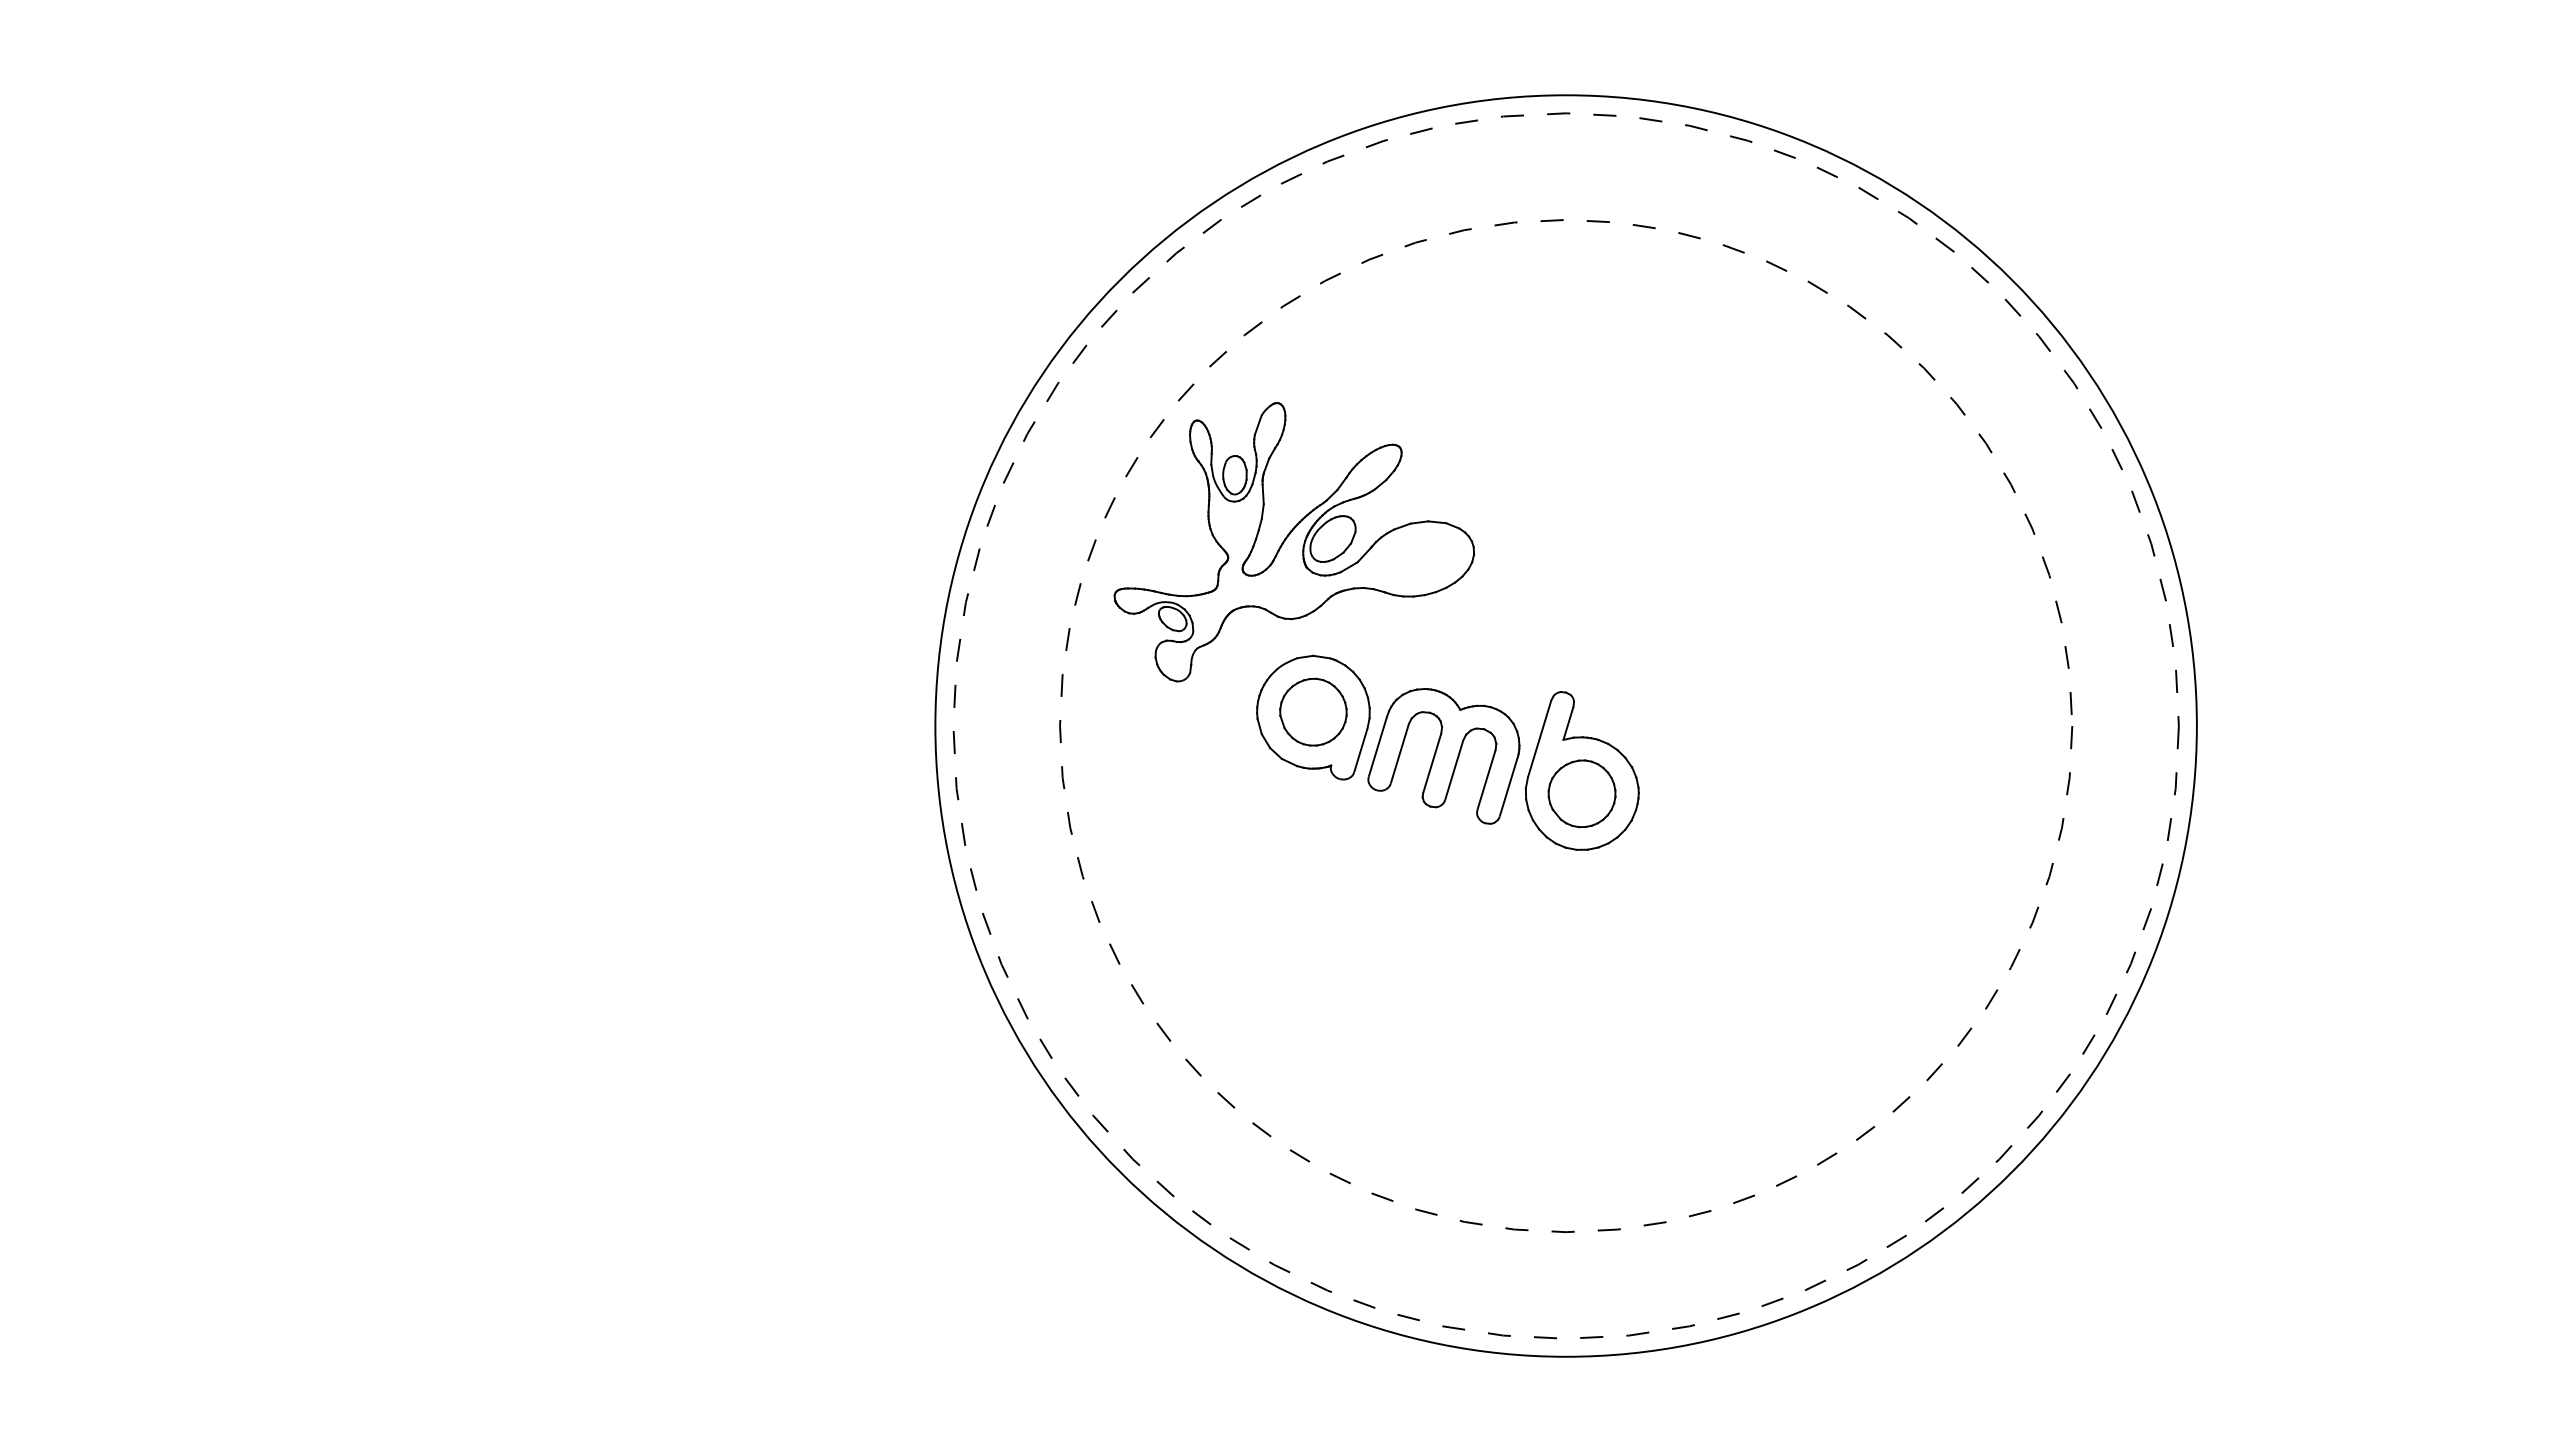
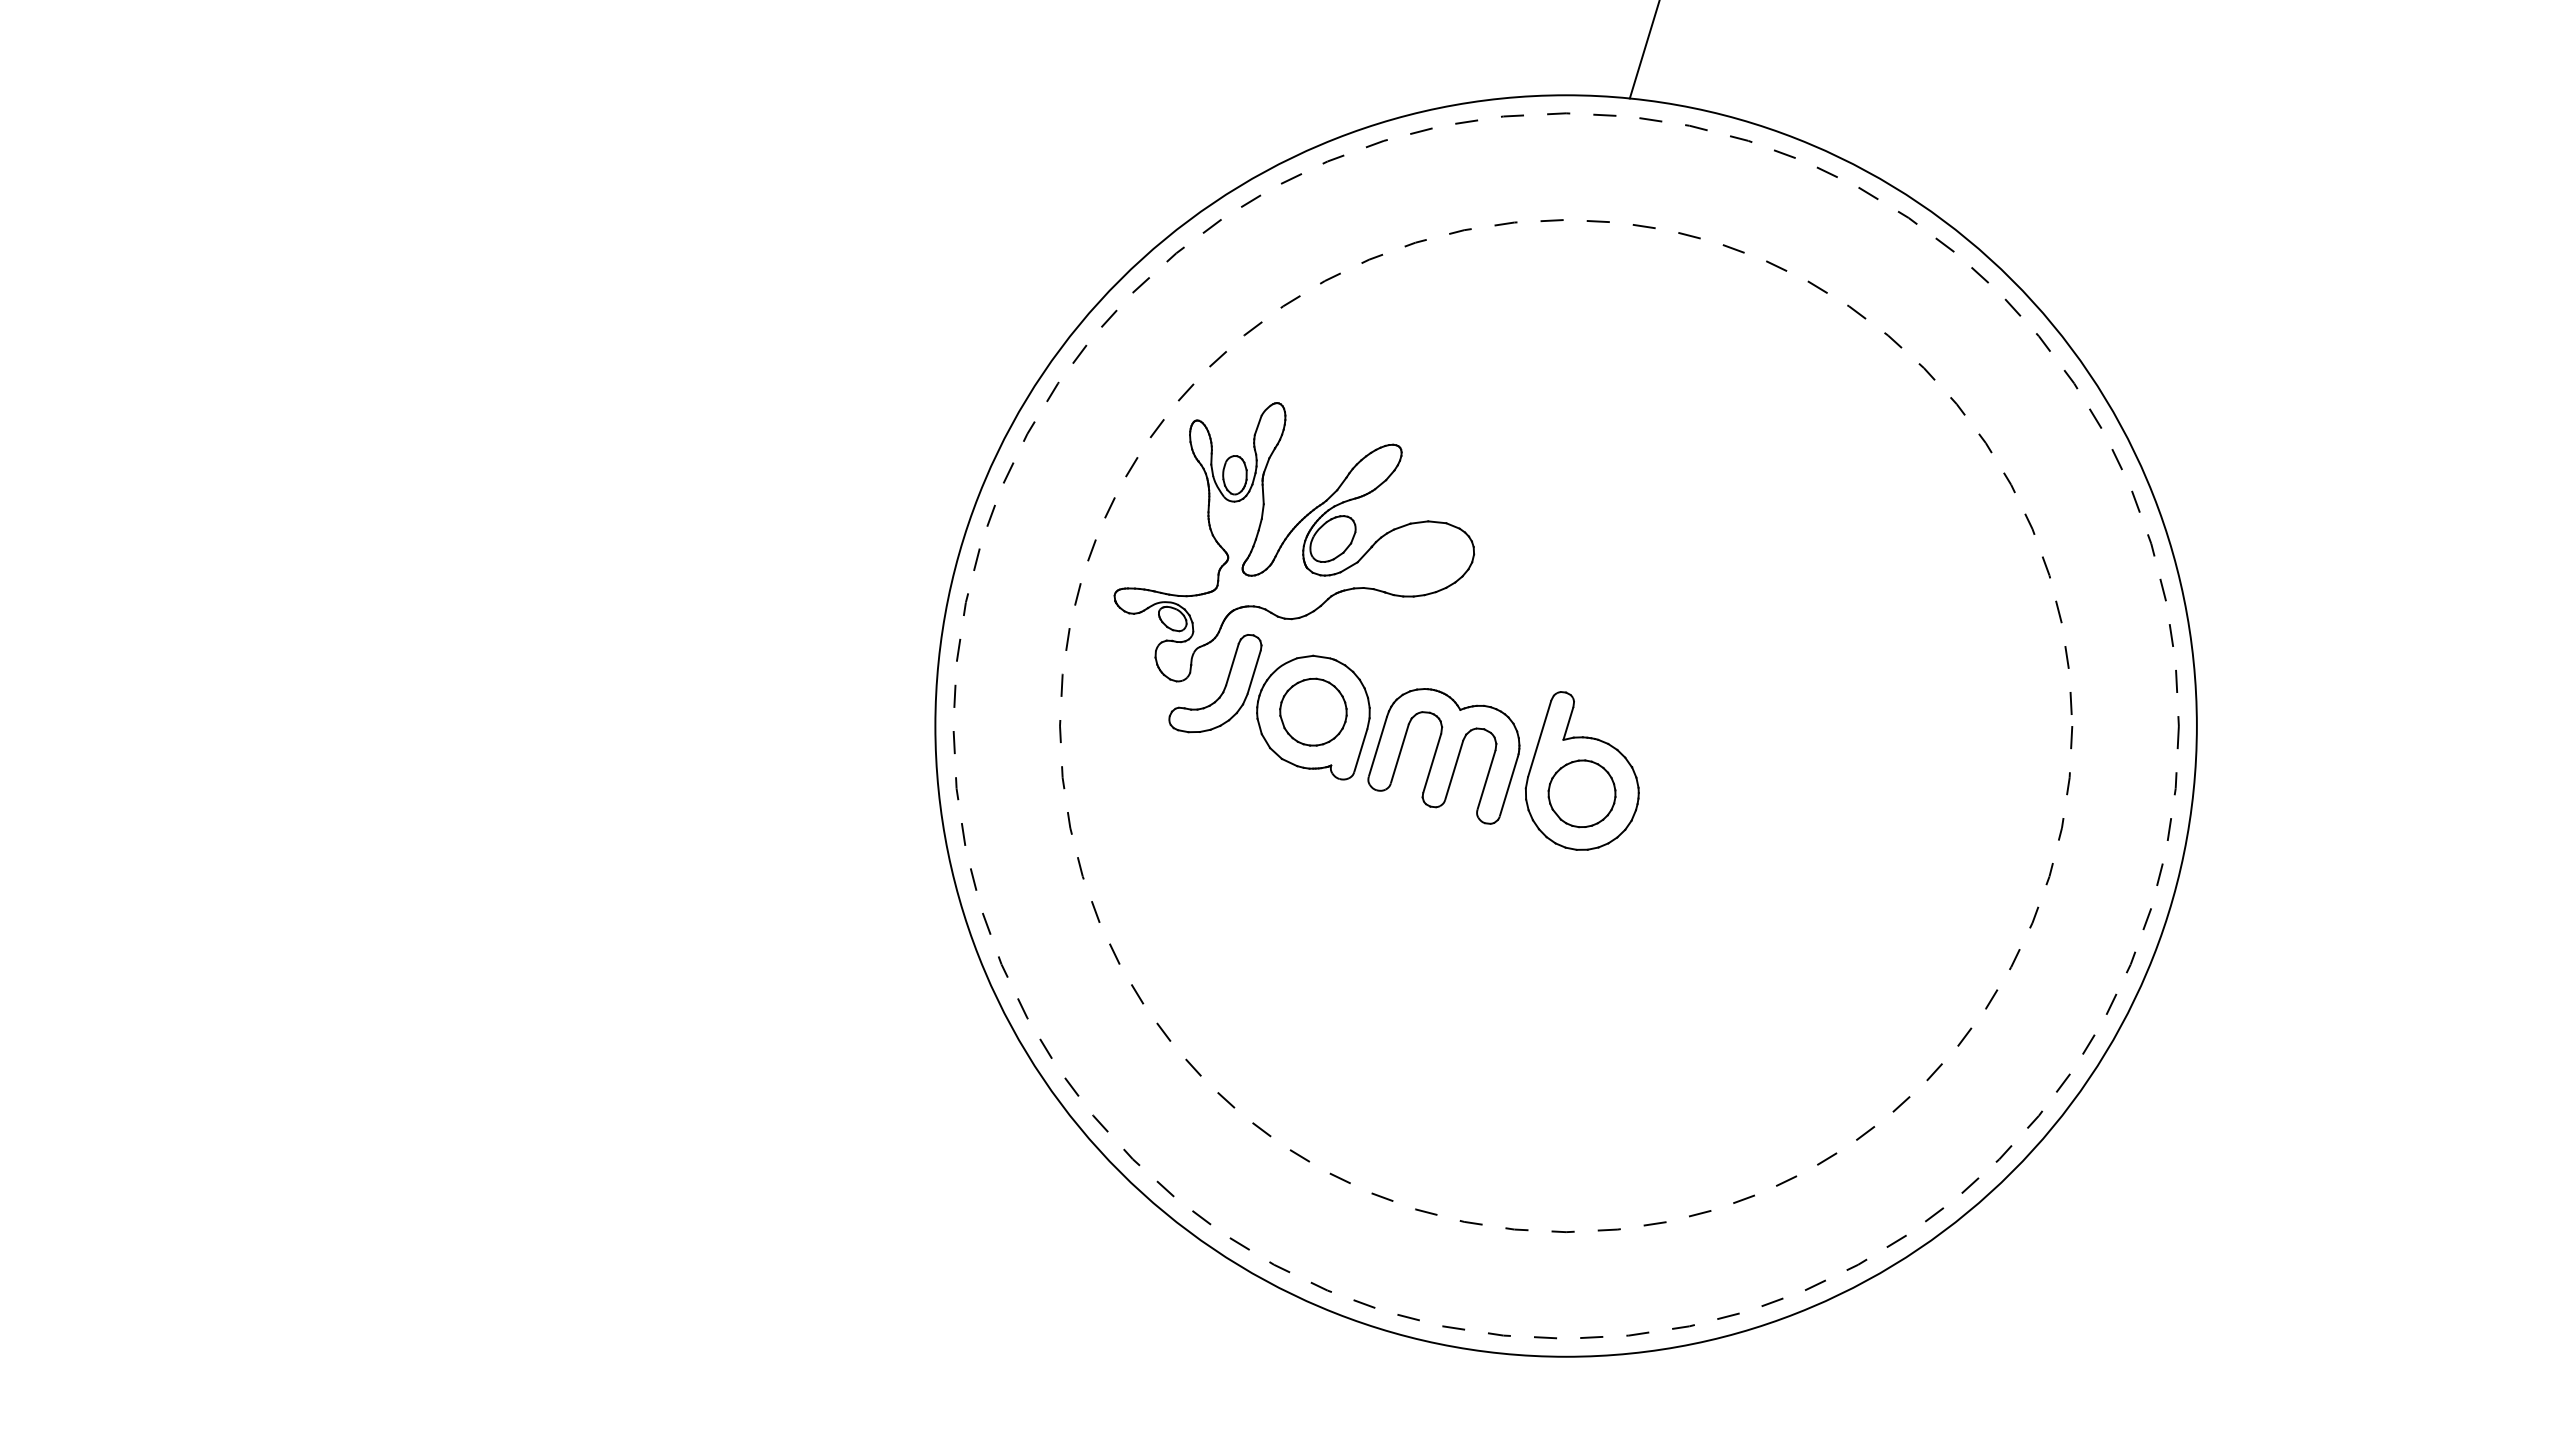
line at (1643, 50): none -> present
part at (1223, 688): none -> present
